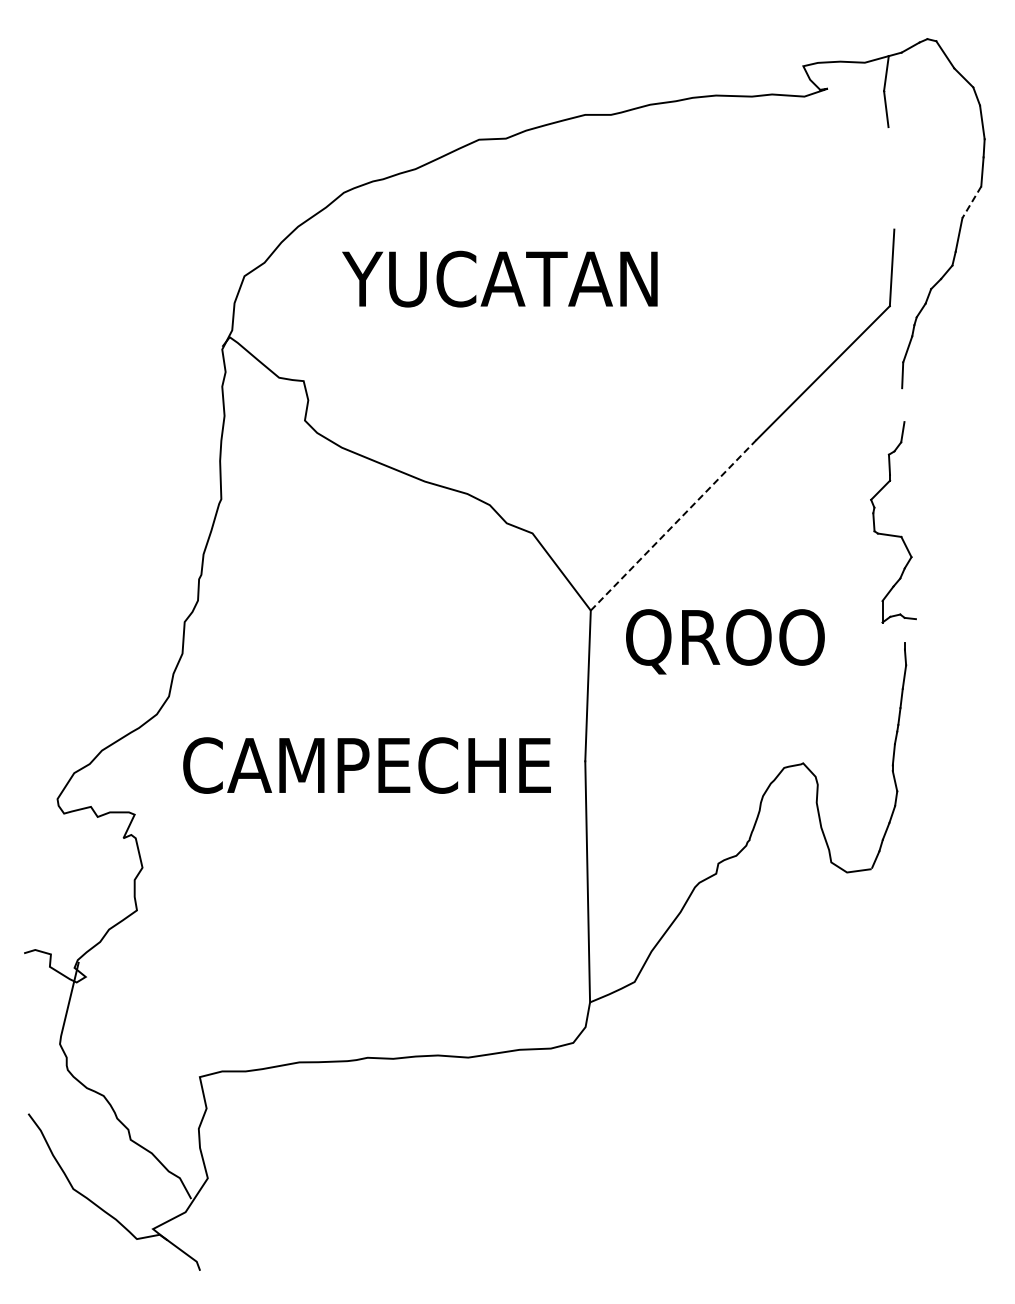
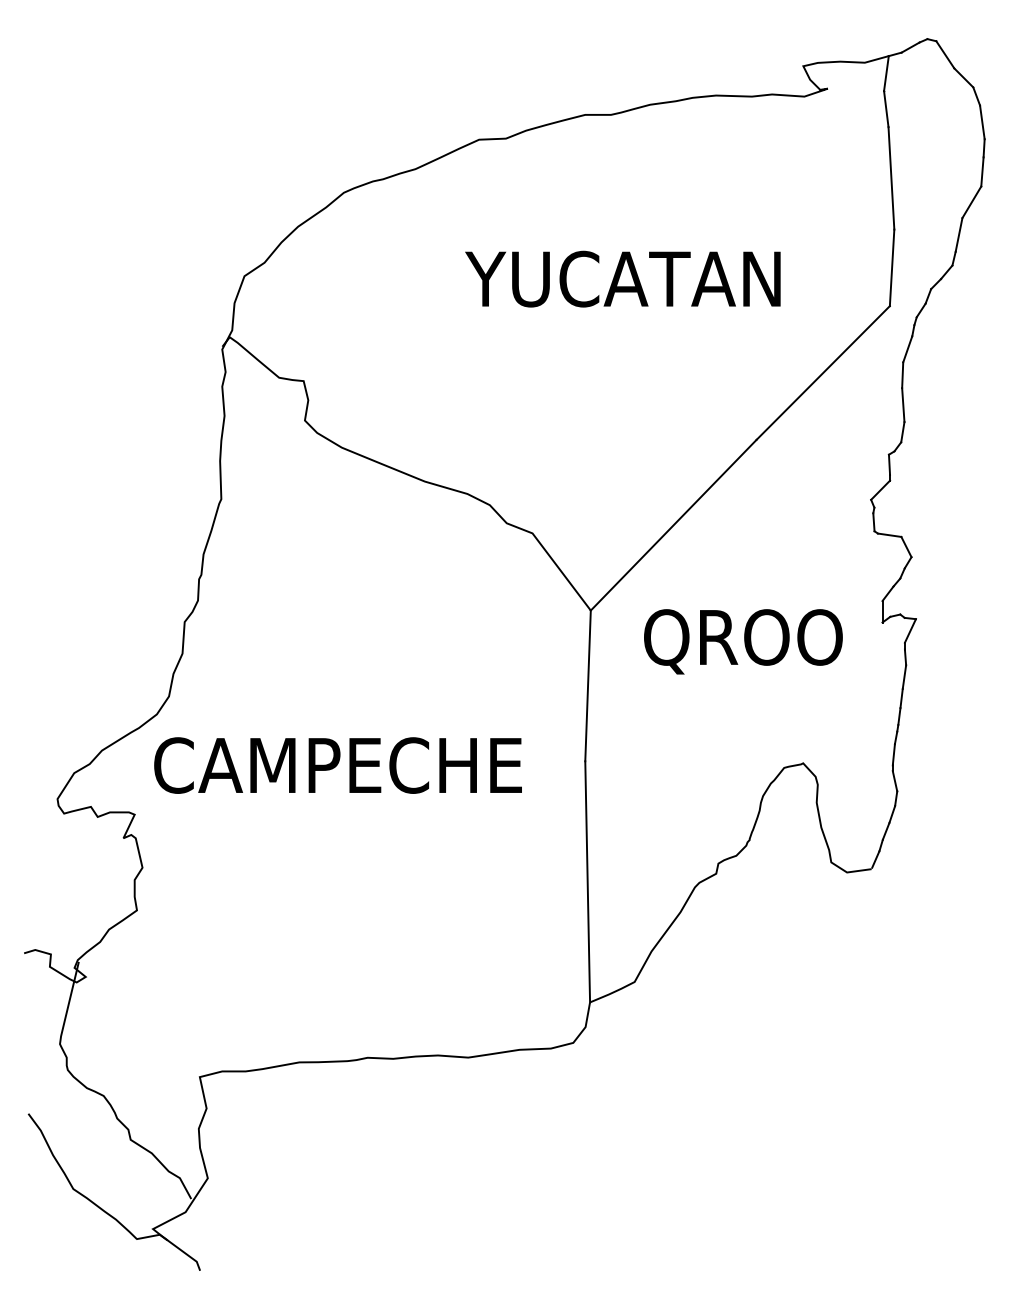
line at (891, 178): none -> present
line at (971, 202): dashed -> solid
text at (499, 278) position: (499, 278) -> (622, 278)
line at (903, 405): none -> present
line at (673, 525): dashed -> solid
line at (909, 630): none -> present
text at (725, 641) position: (725, 641) -> (743, 641)
text at (366, 765) position: (366, 765) -> (337, 765)
